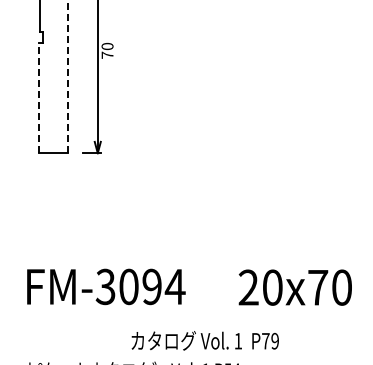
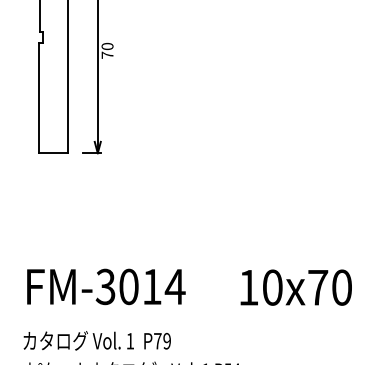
line at (67, 77): dashed -> solid
line at (38, 98): dashed -> solid
text at (151, 286): FM-3094 -> FM-3014
text at (248, 287): 20x70 -> 10x70
text at (204, 340) position: (204, 340) -> (96, 340)
